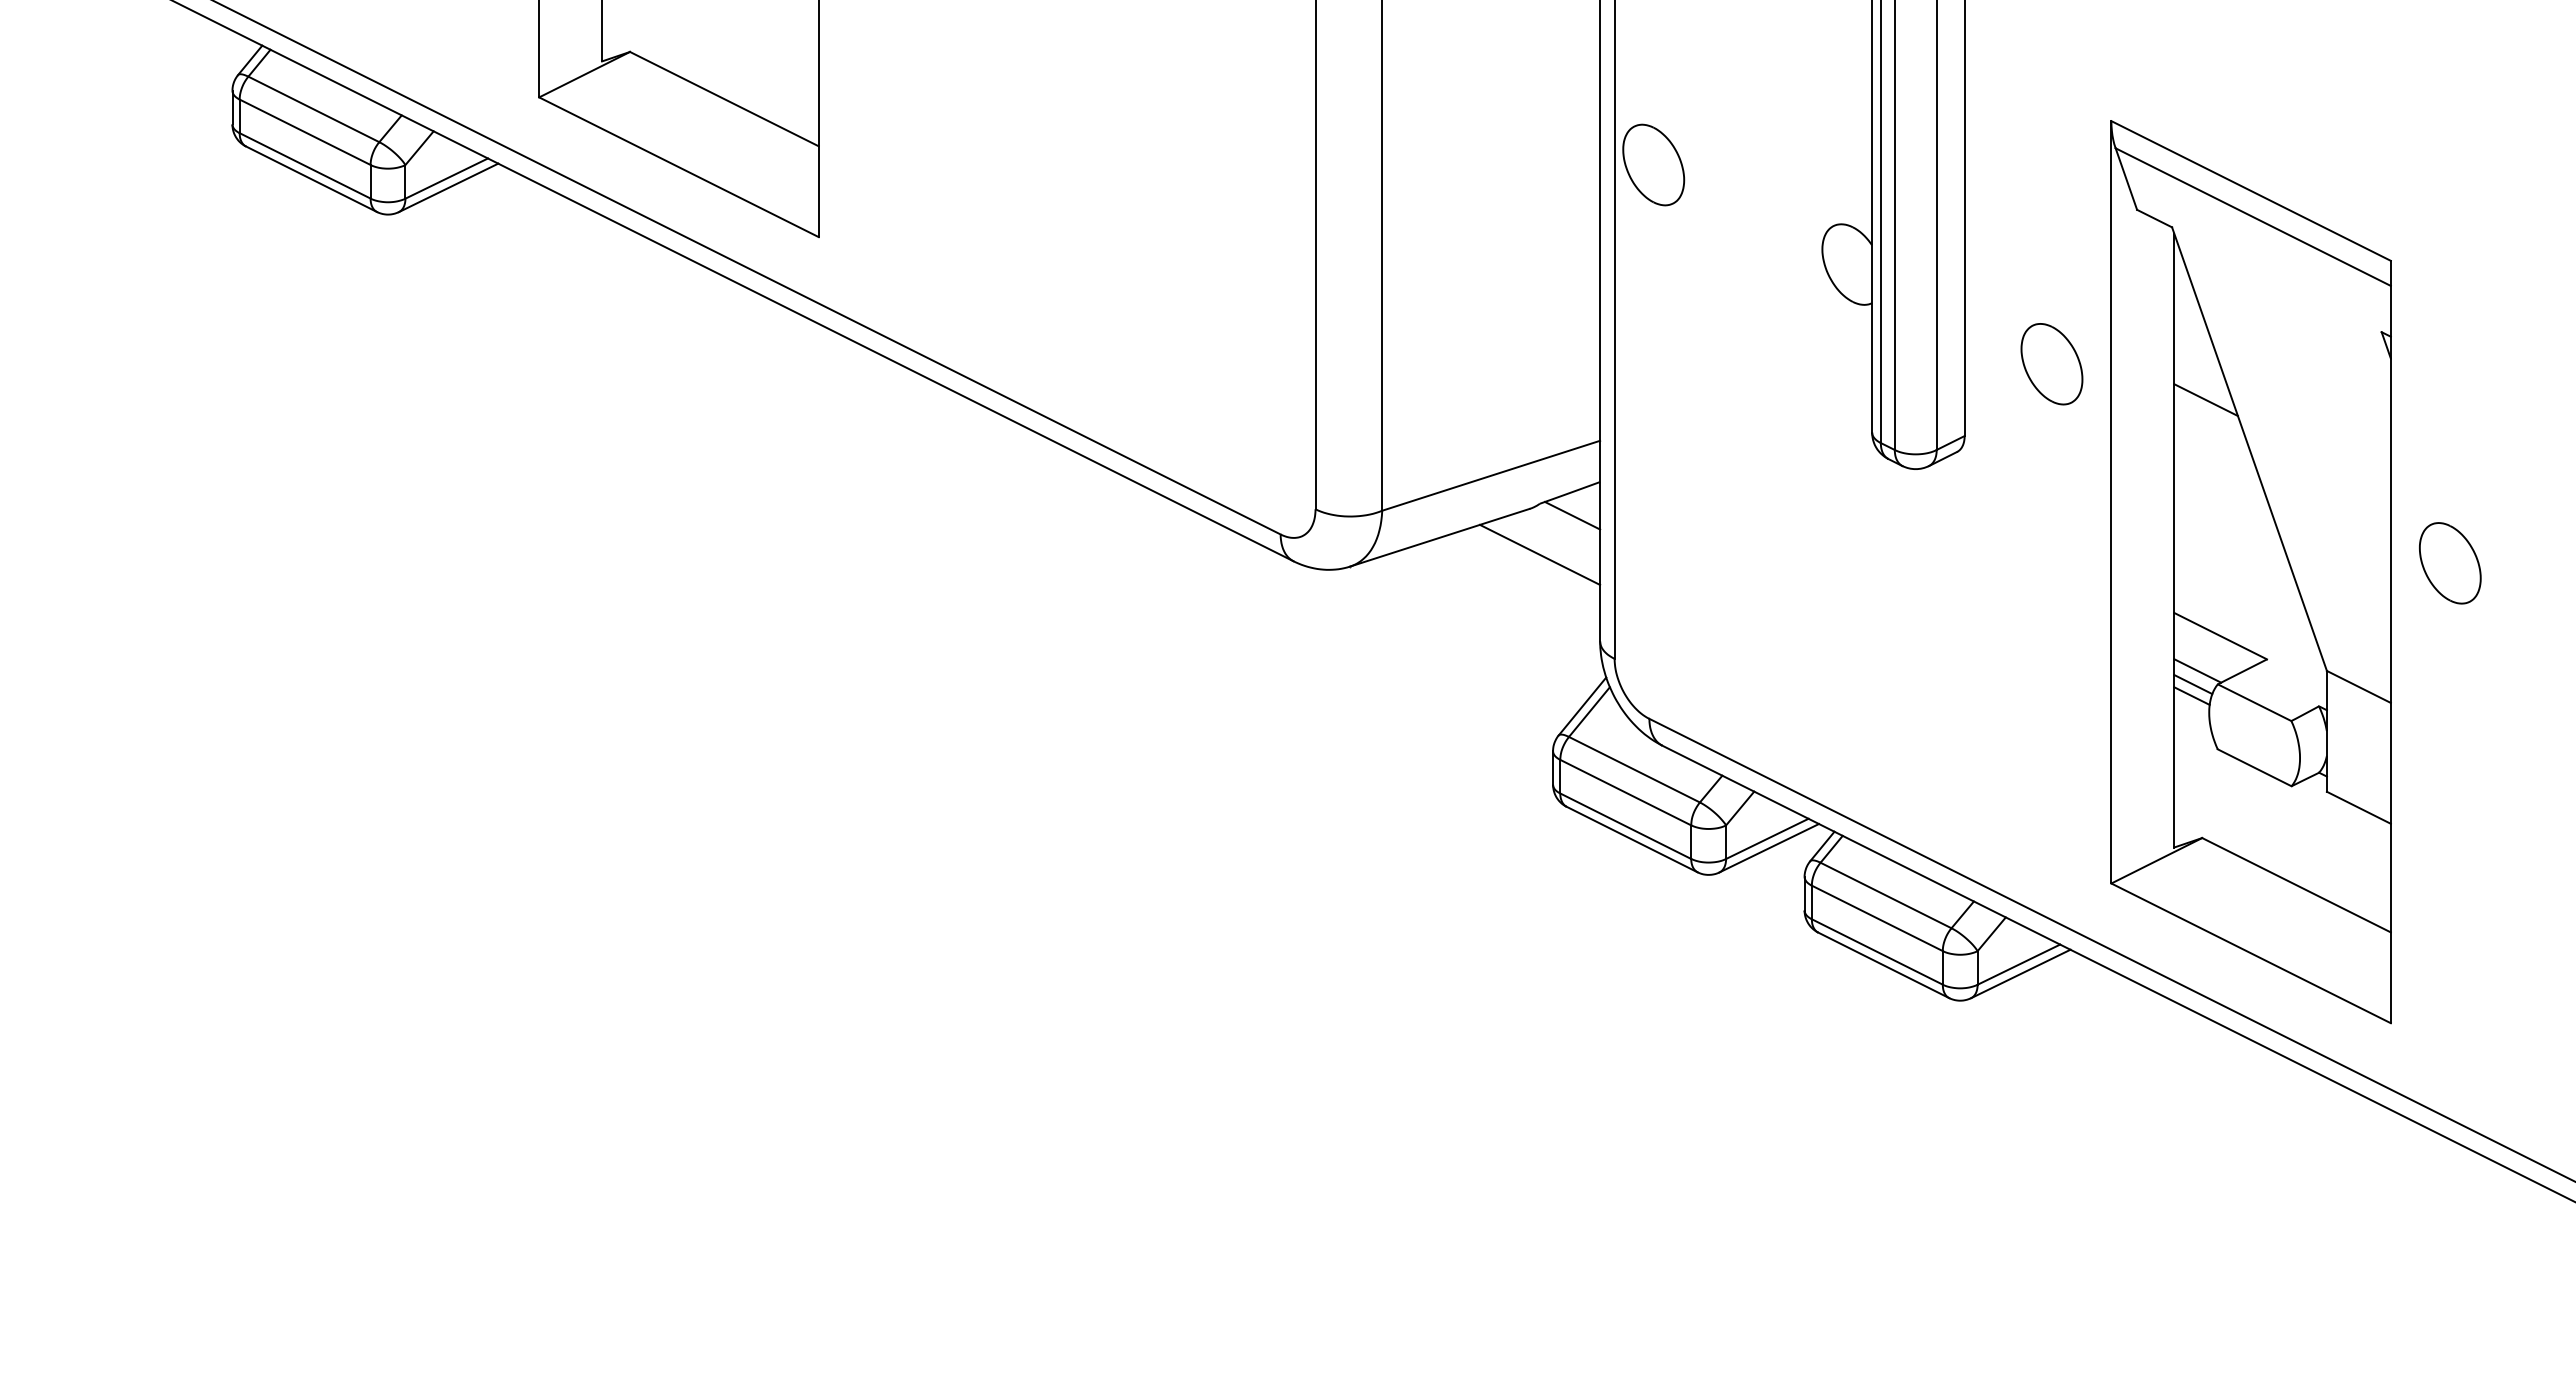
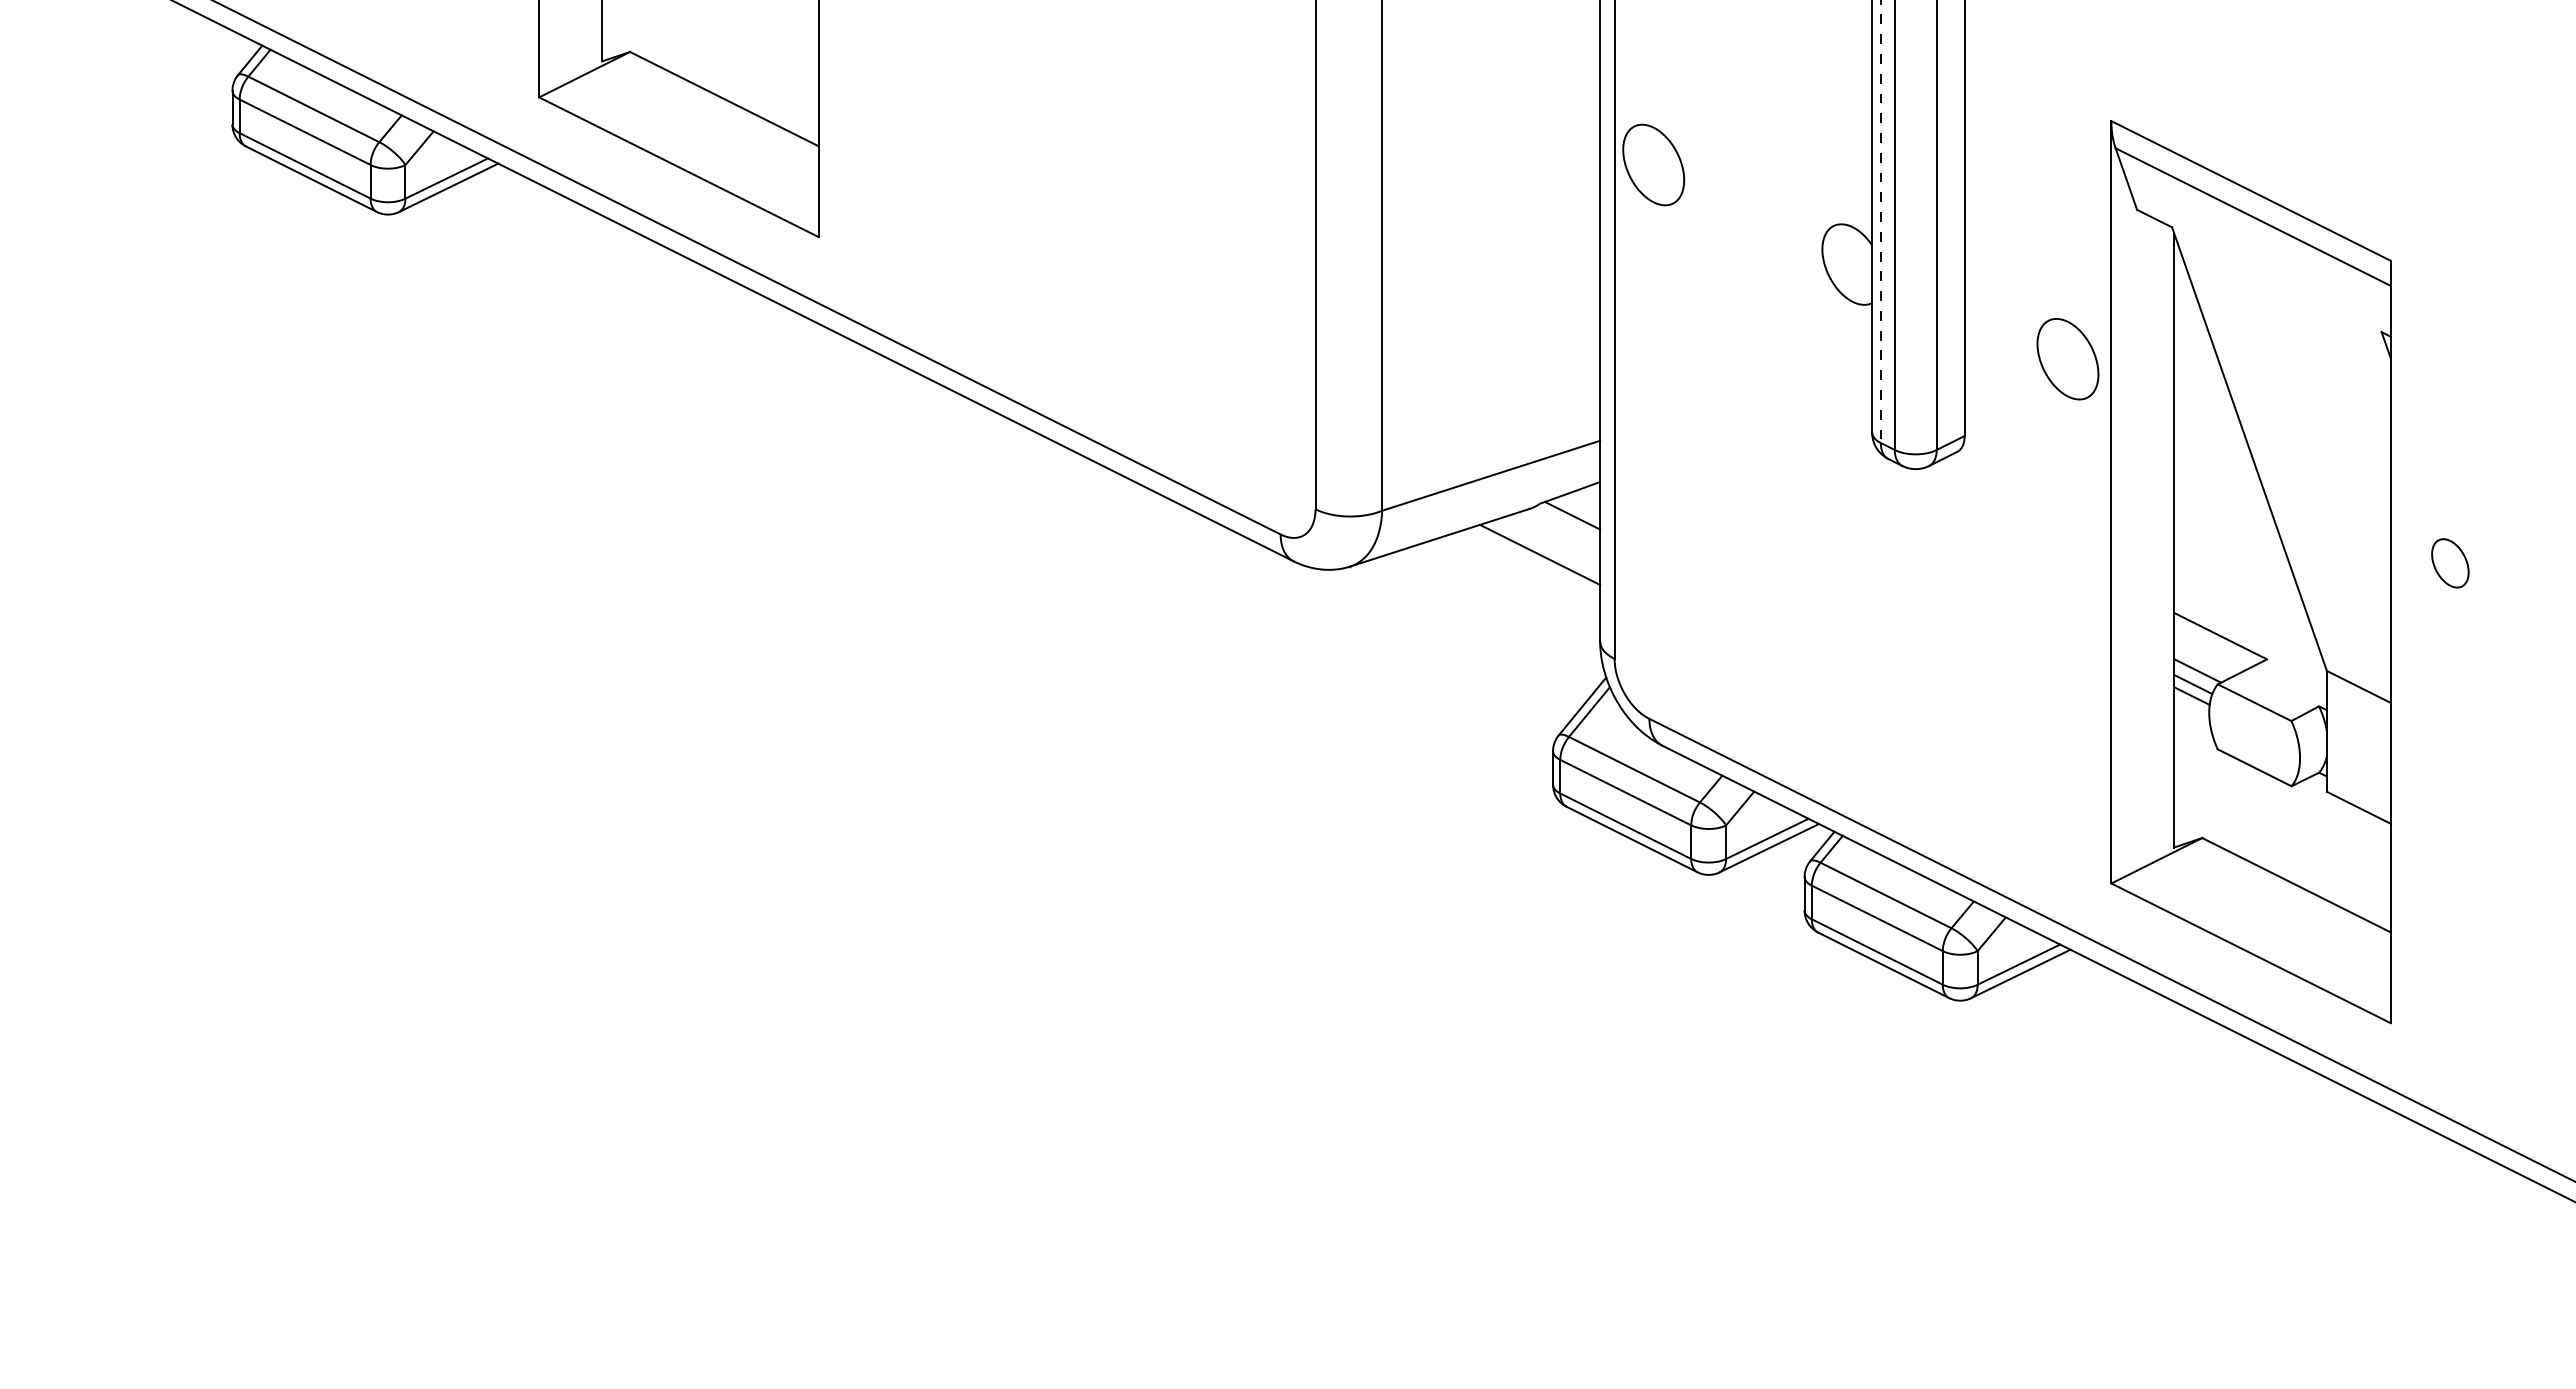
line at (1880, 222): solid -> dashed
part at (2051, 364) position: (2051, 364) -> (2067, 359)
line at (2205, 399): present -> none
part at (2450, 563) size: 63x83 px -> 39x51 px
